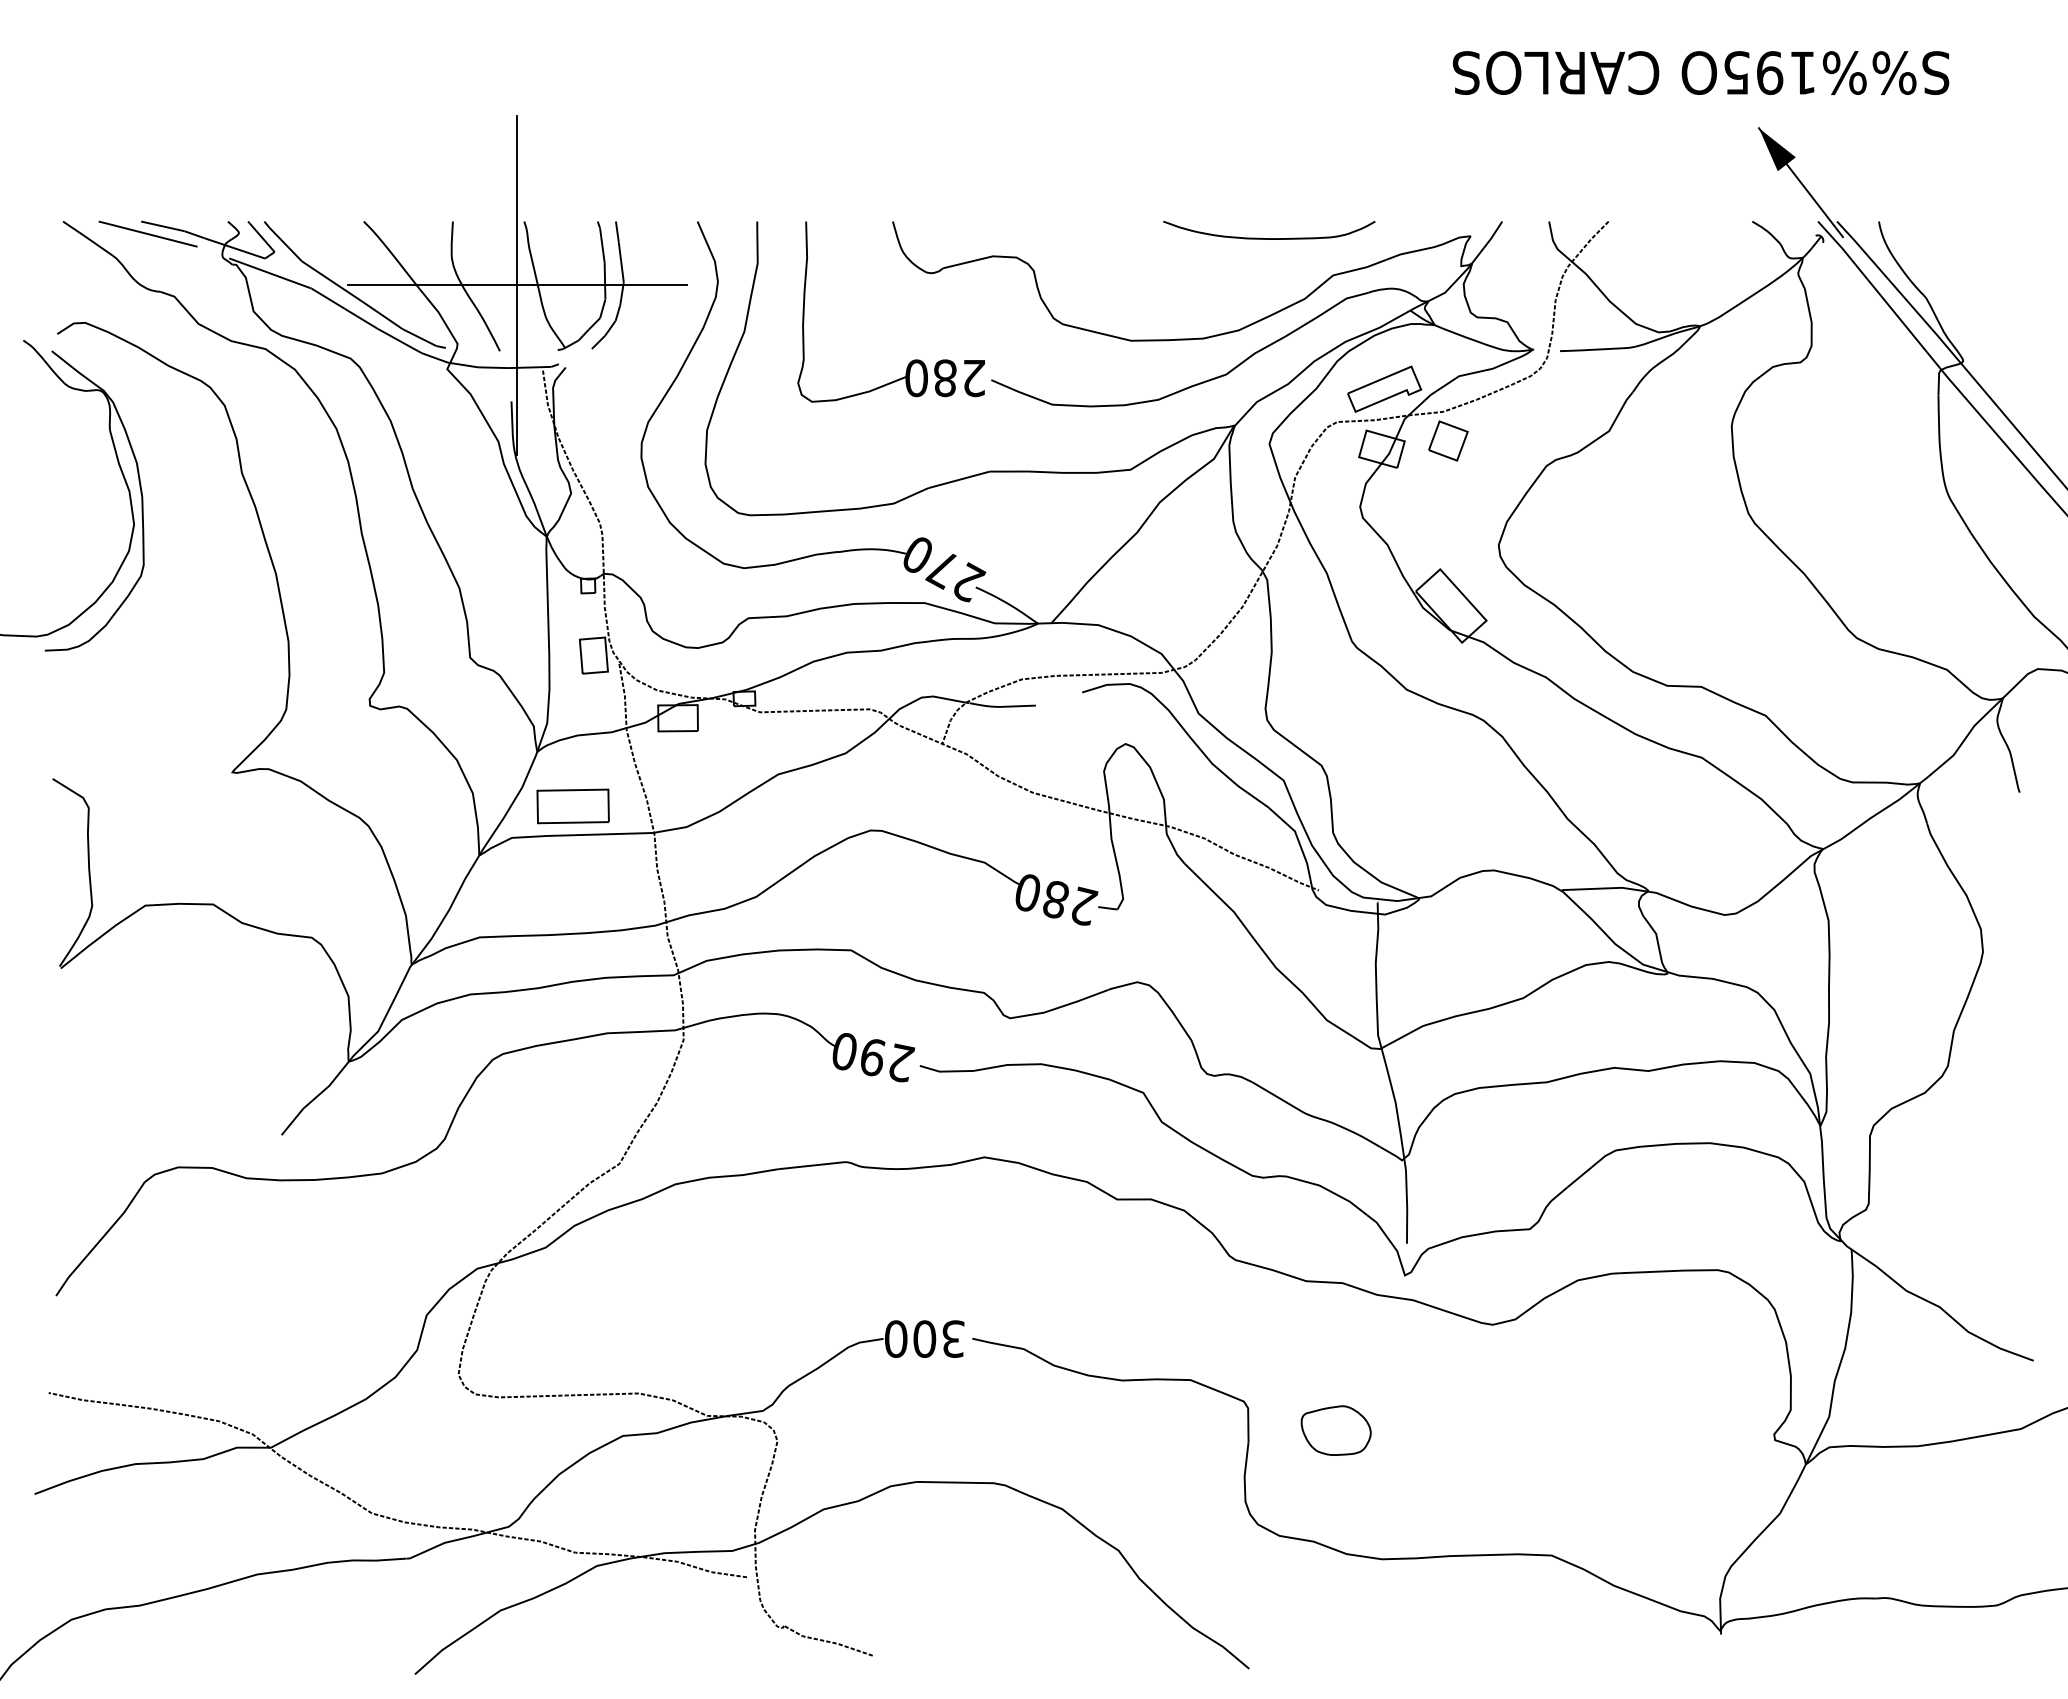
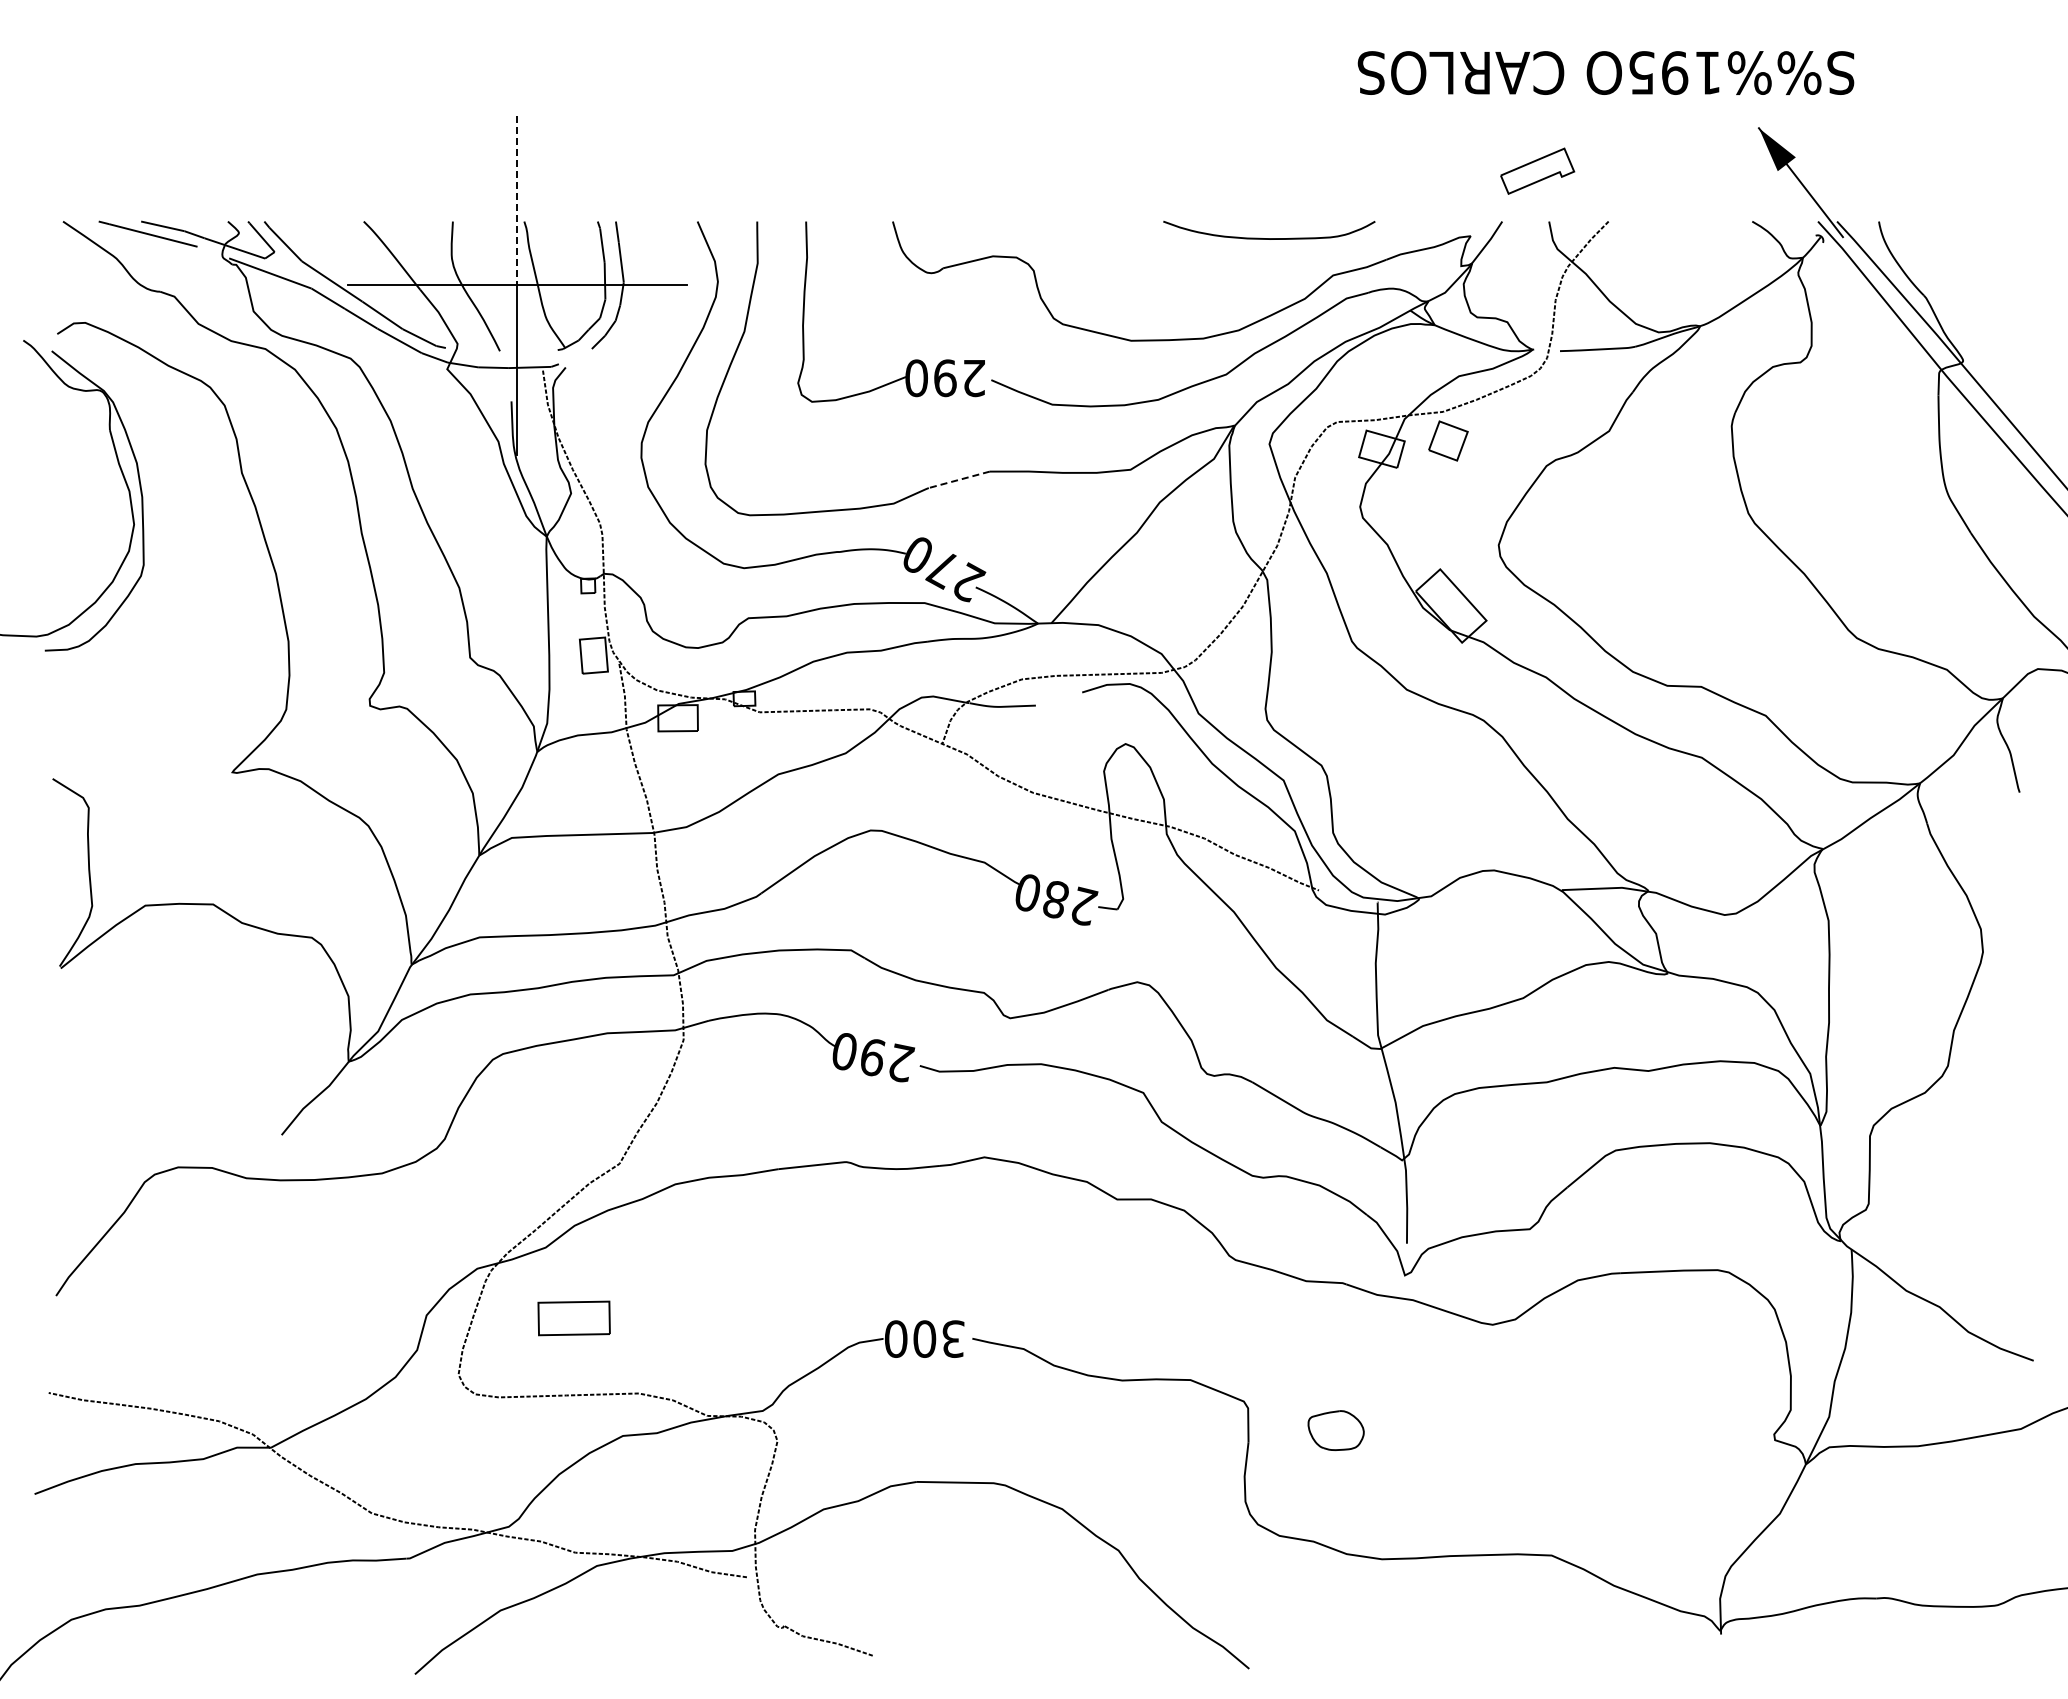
text at (1700, 72) position: (1700, 72) -> (1605, 72)
line at (517, 200): solid -> dashed
text at (945, 377): 280 -> 290
part at (1384, 388) position: (1384, 388) -> (1537, 170)
line at (959, 479): solid -> dashed
part at (572, 806) position: (572, 806) -> (573, 1318)
part at (1335, 1430) size: 72x51 px -> 58x41 px
